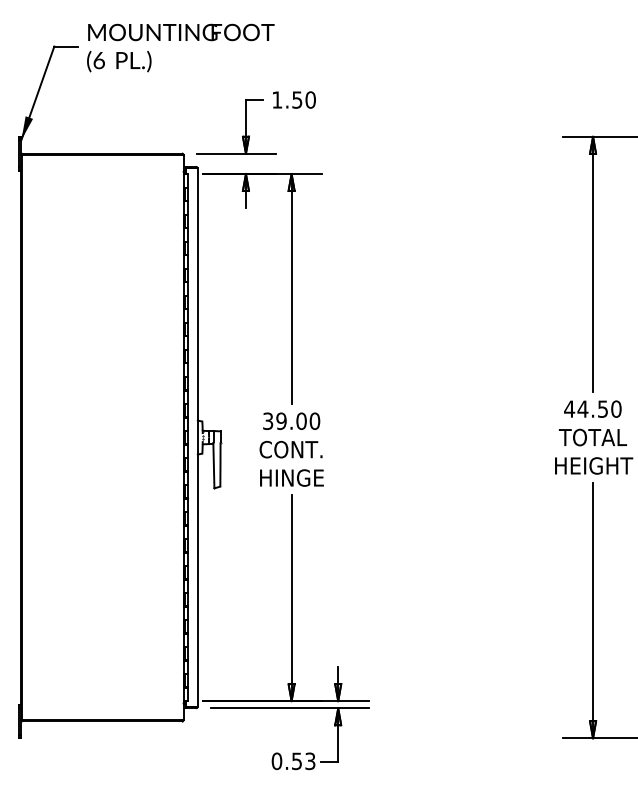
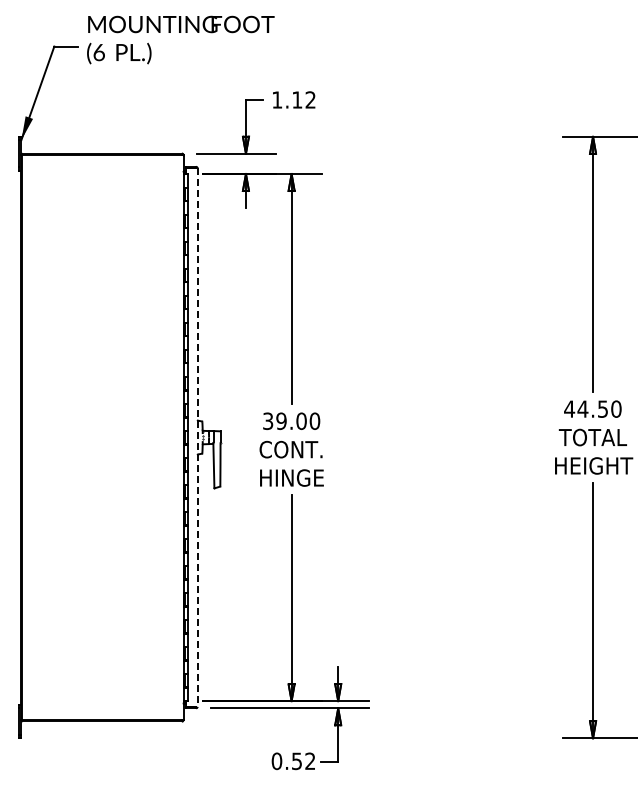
text at (180, 47) position: (180, 47) -> (180, 39)
text at (303, 99): 1.50 -> 1.12
line at (197, 438): solid -> dashed
text at (310, 761): 0.53 -> 0.52
